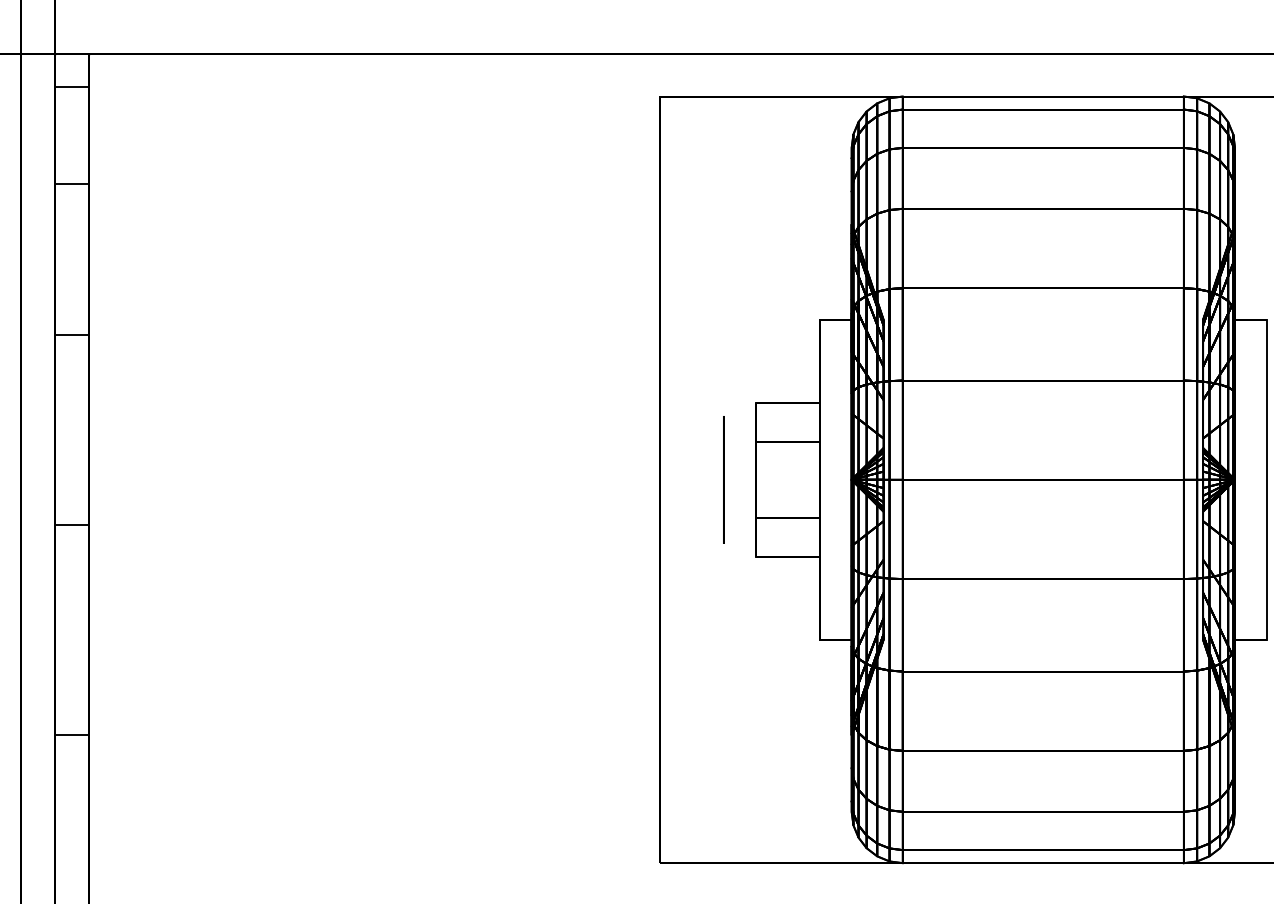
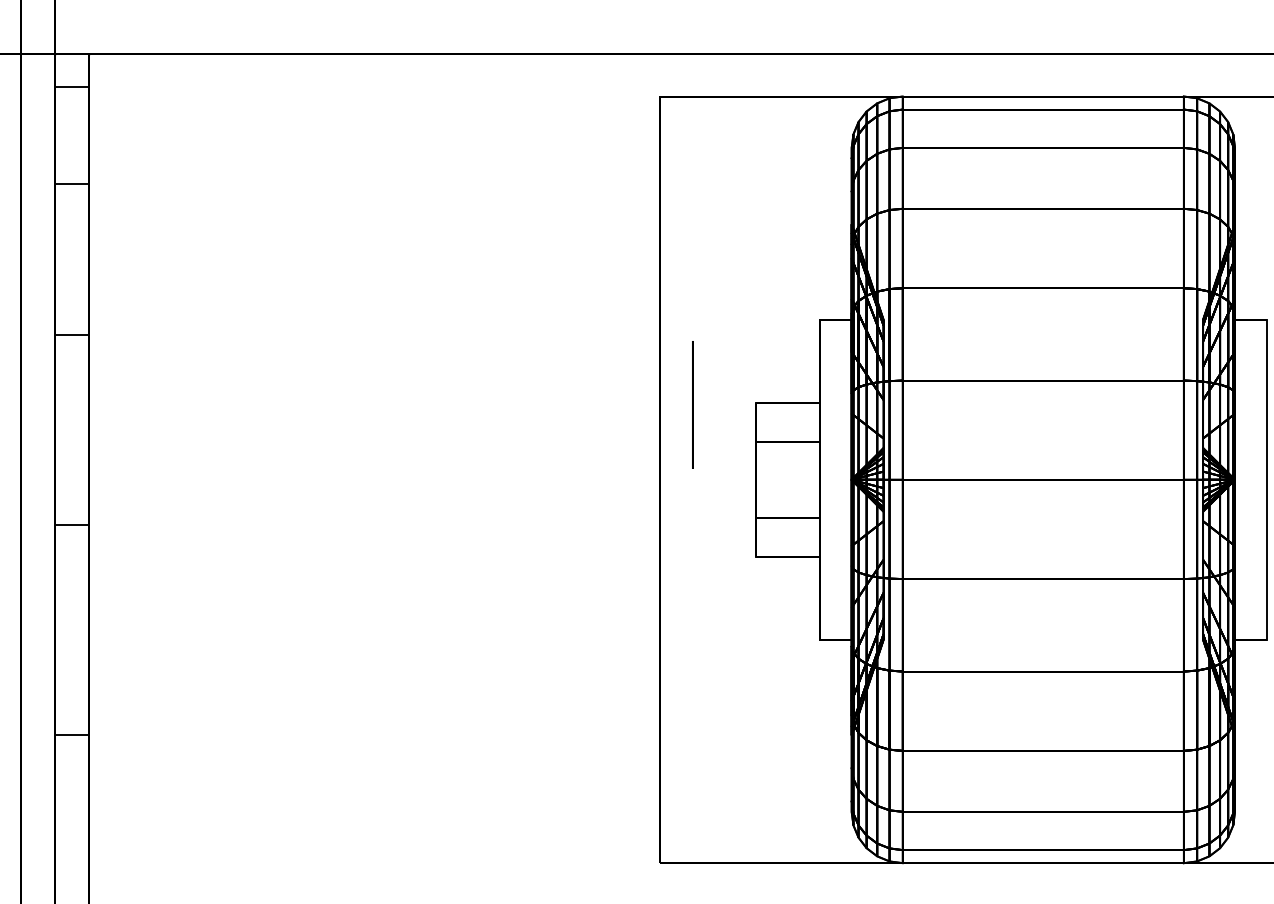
circle at (723, 479) position: (723, 479) -> (692, 404)
